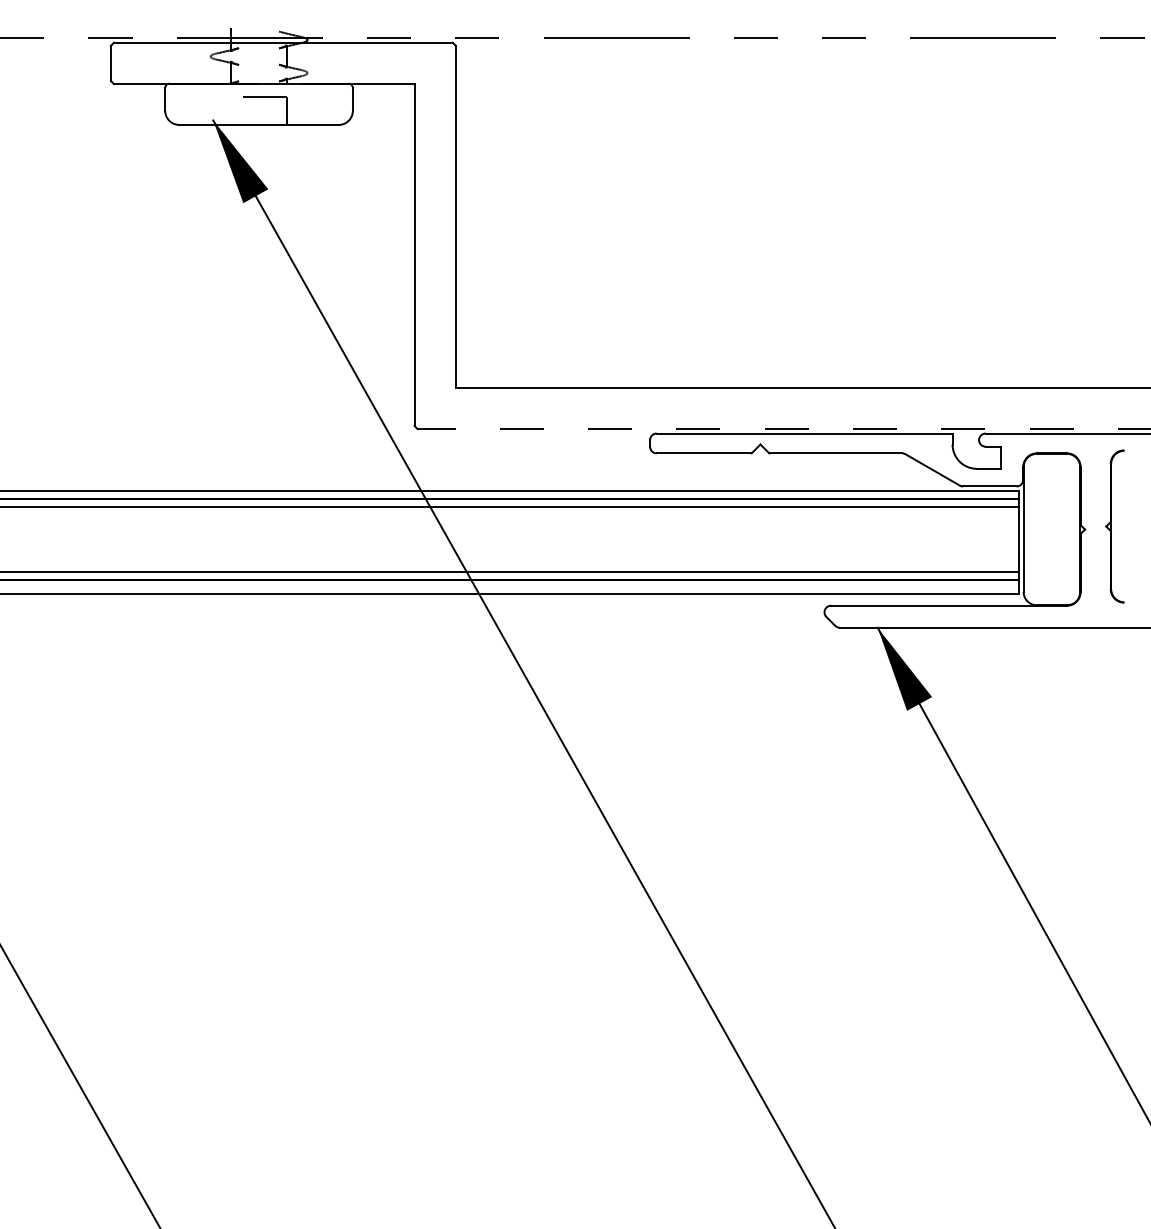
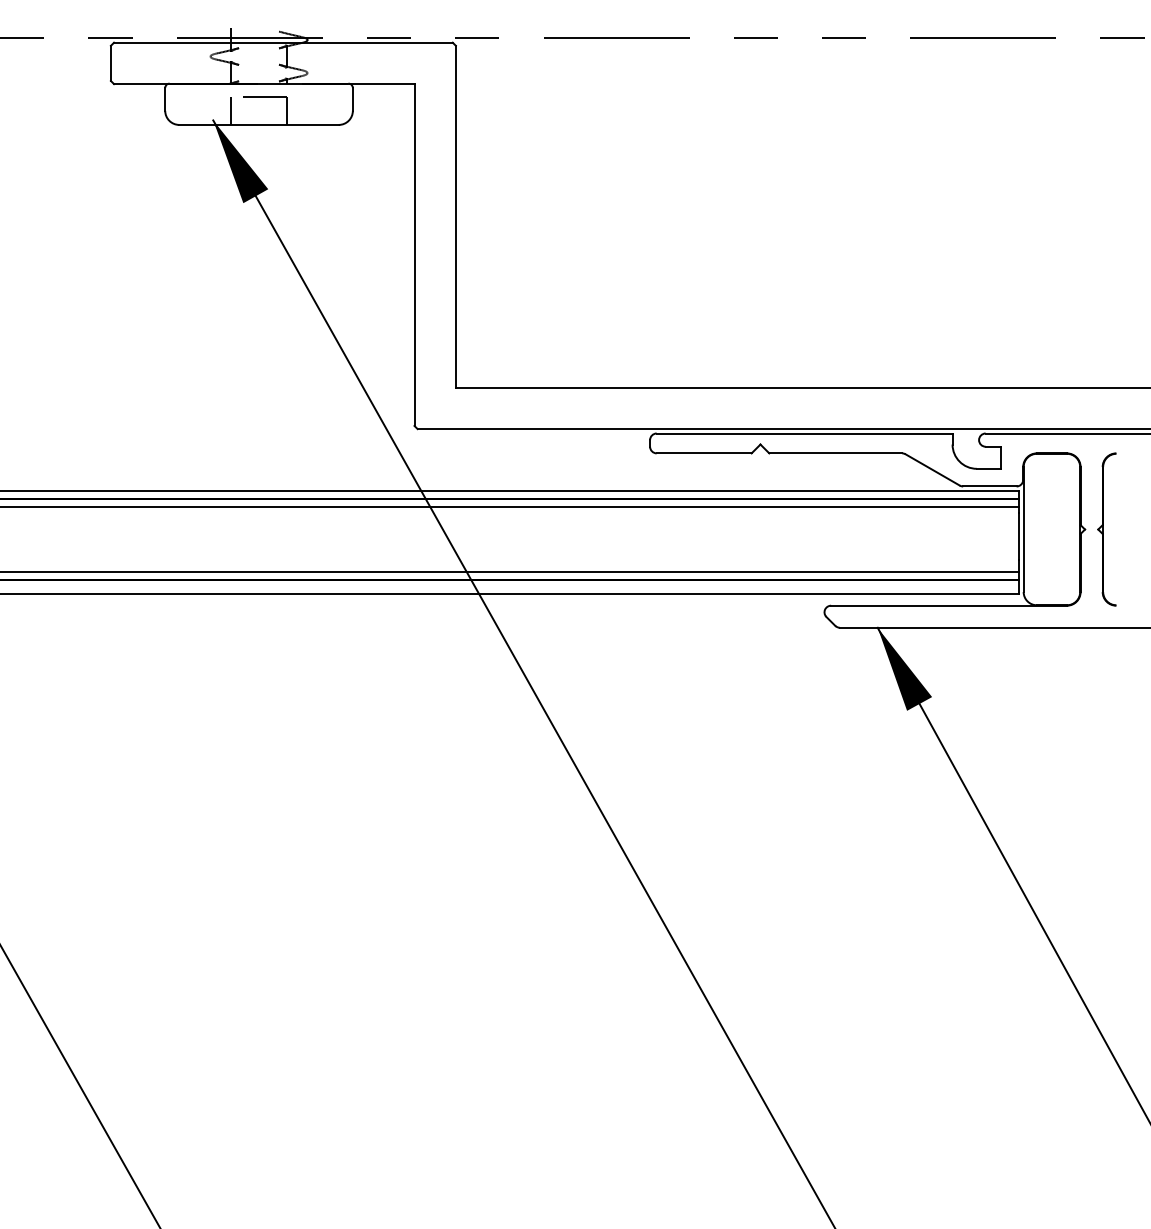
line at (231, 110): none -> present
line at (783, 429): dashed -> solid
part at (1114, 526) position: (1114, 526) -> (1106, 529)
